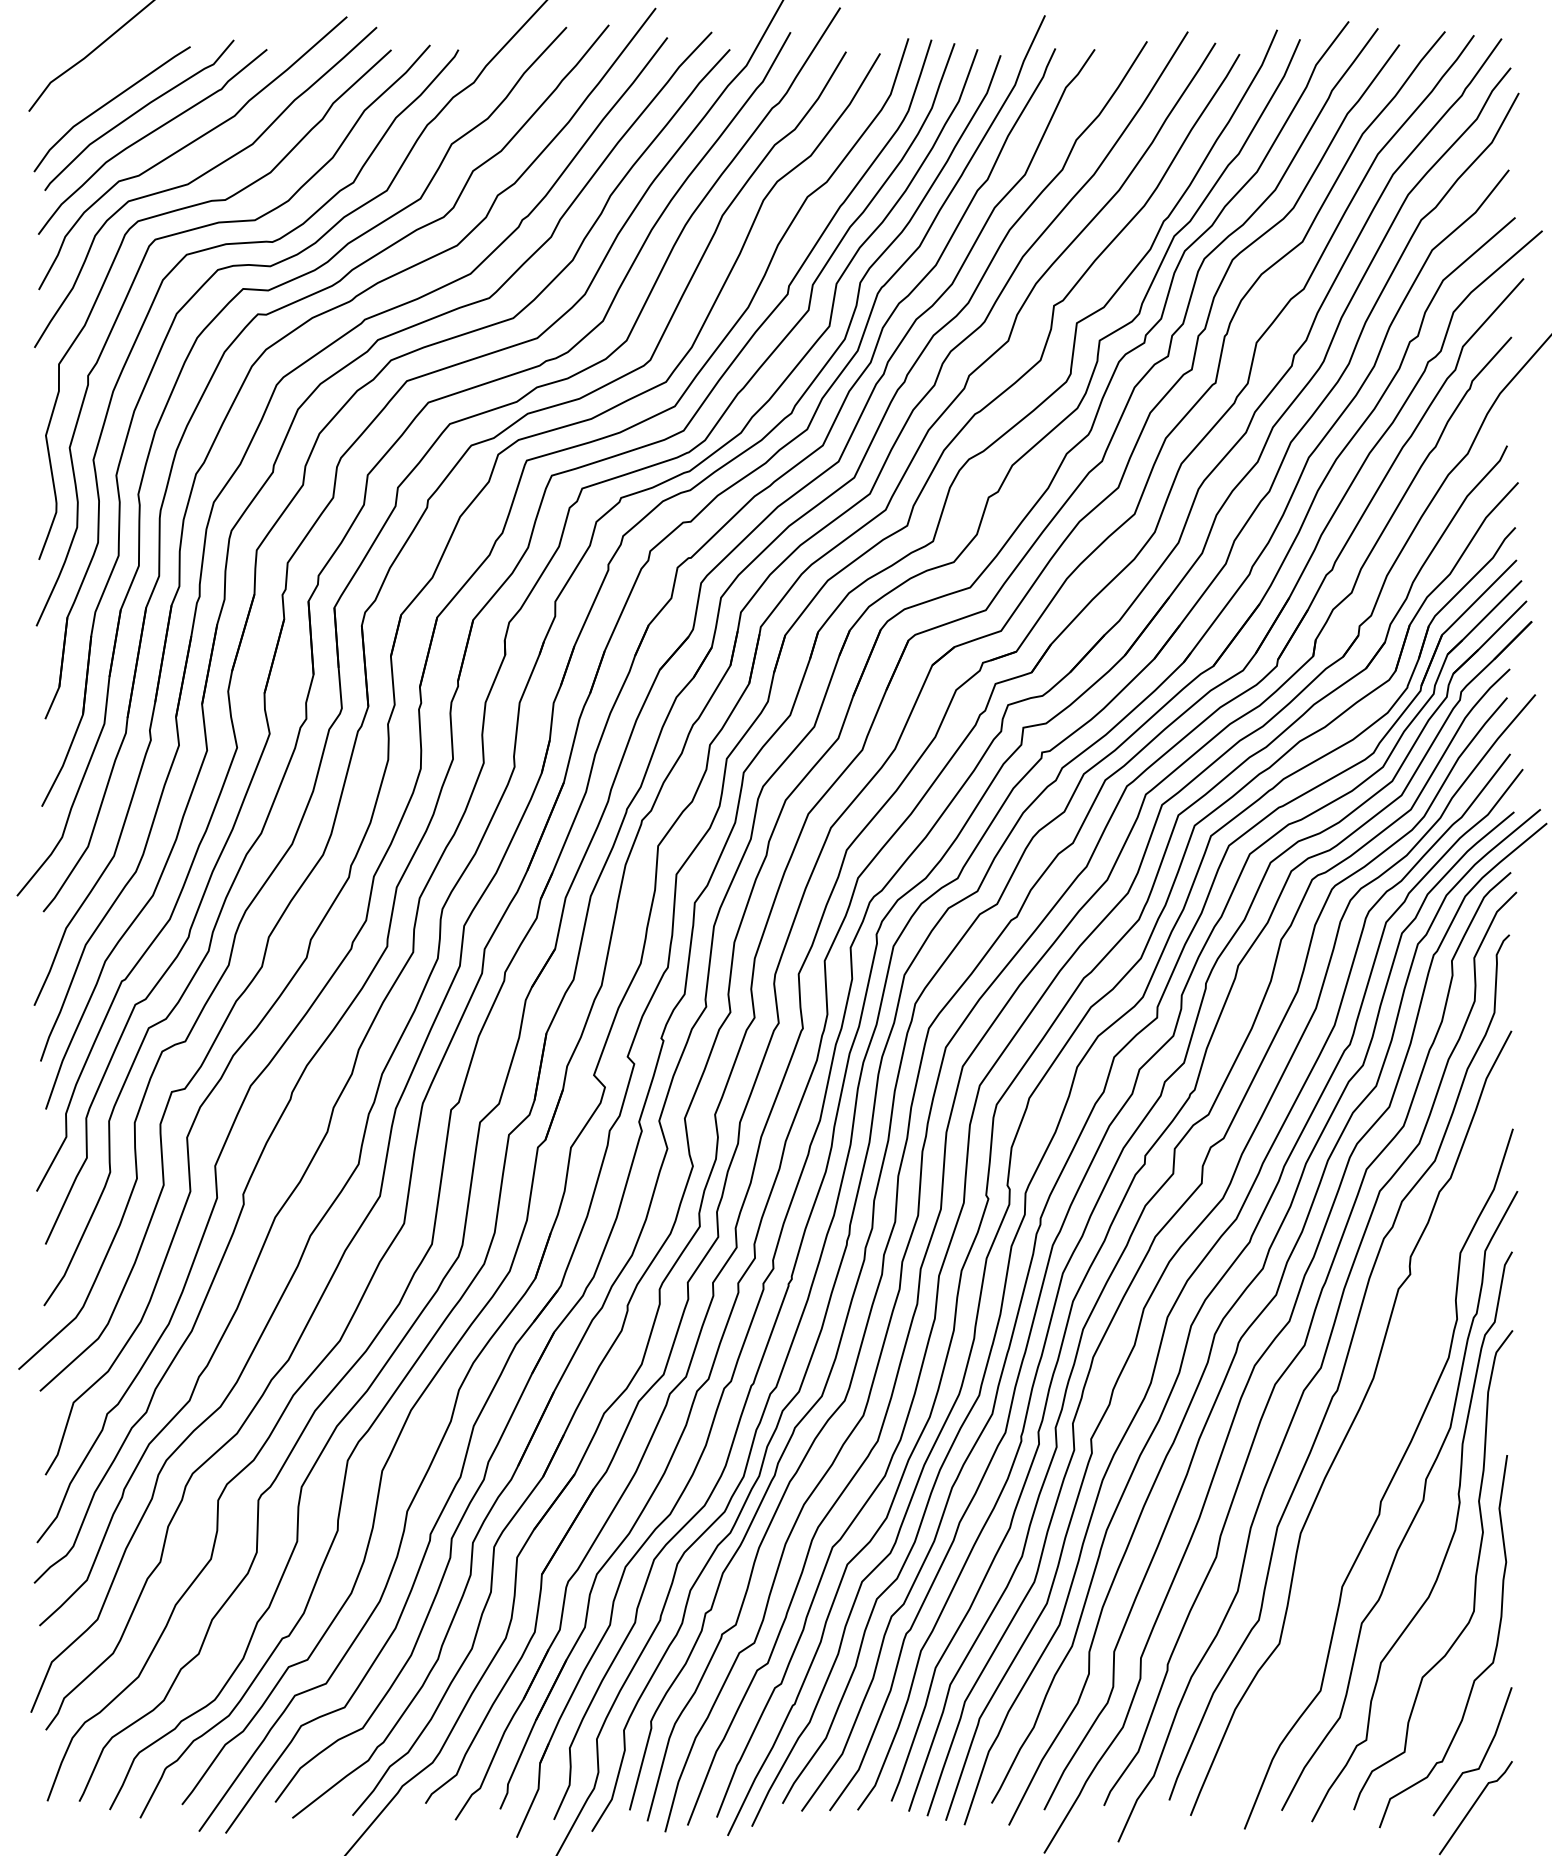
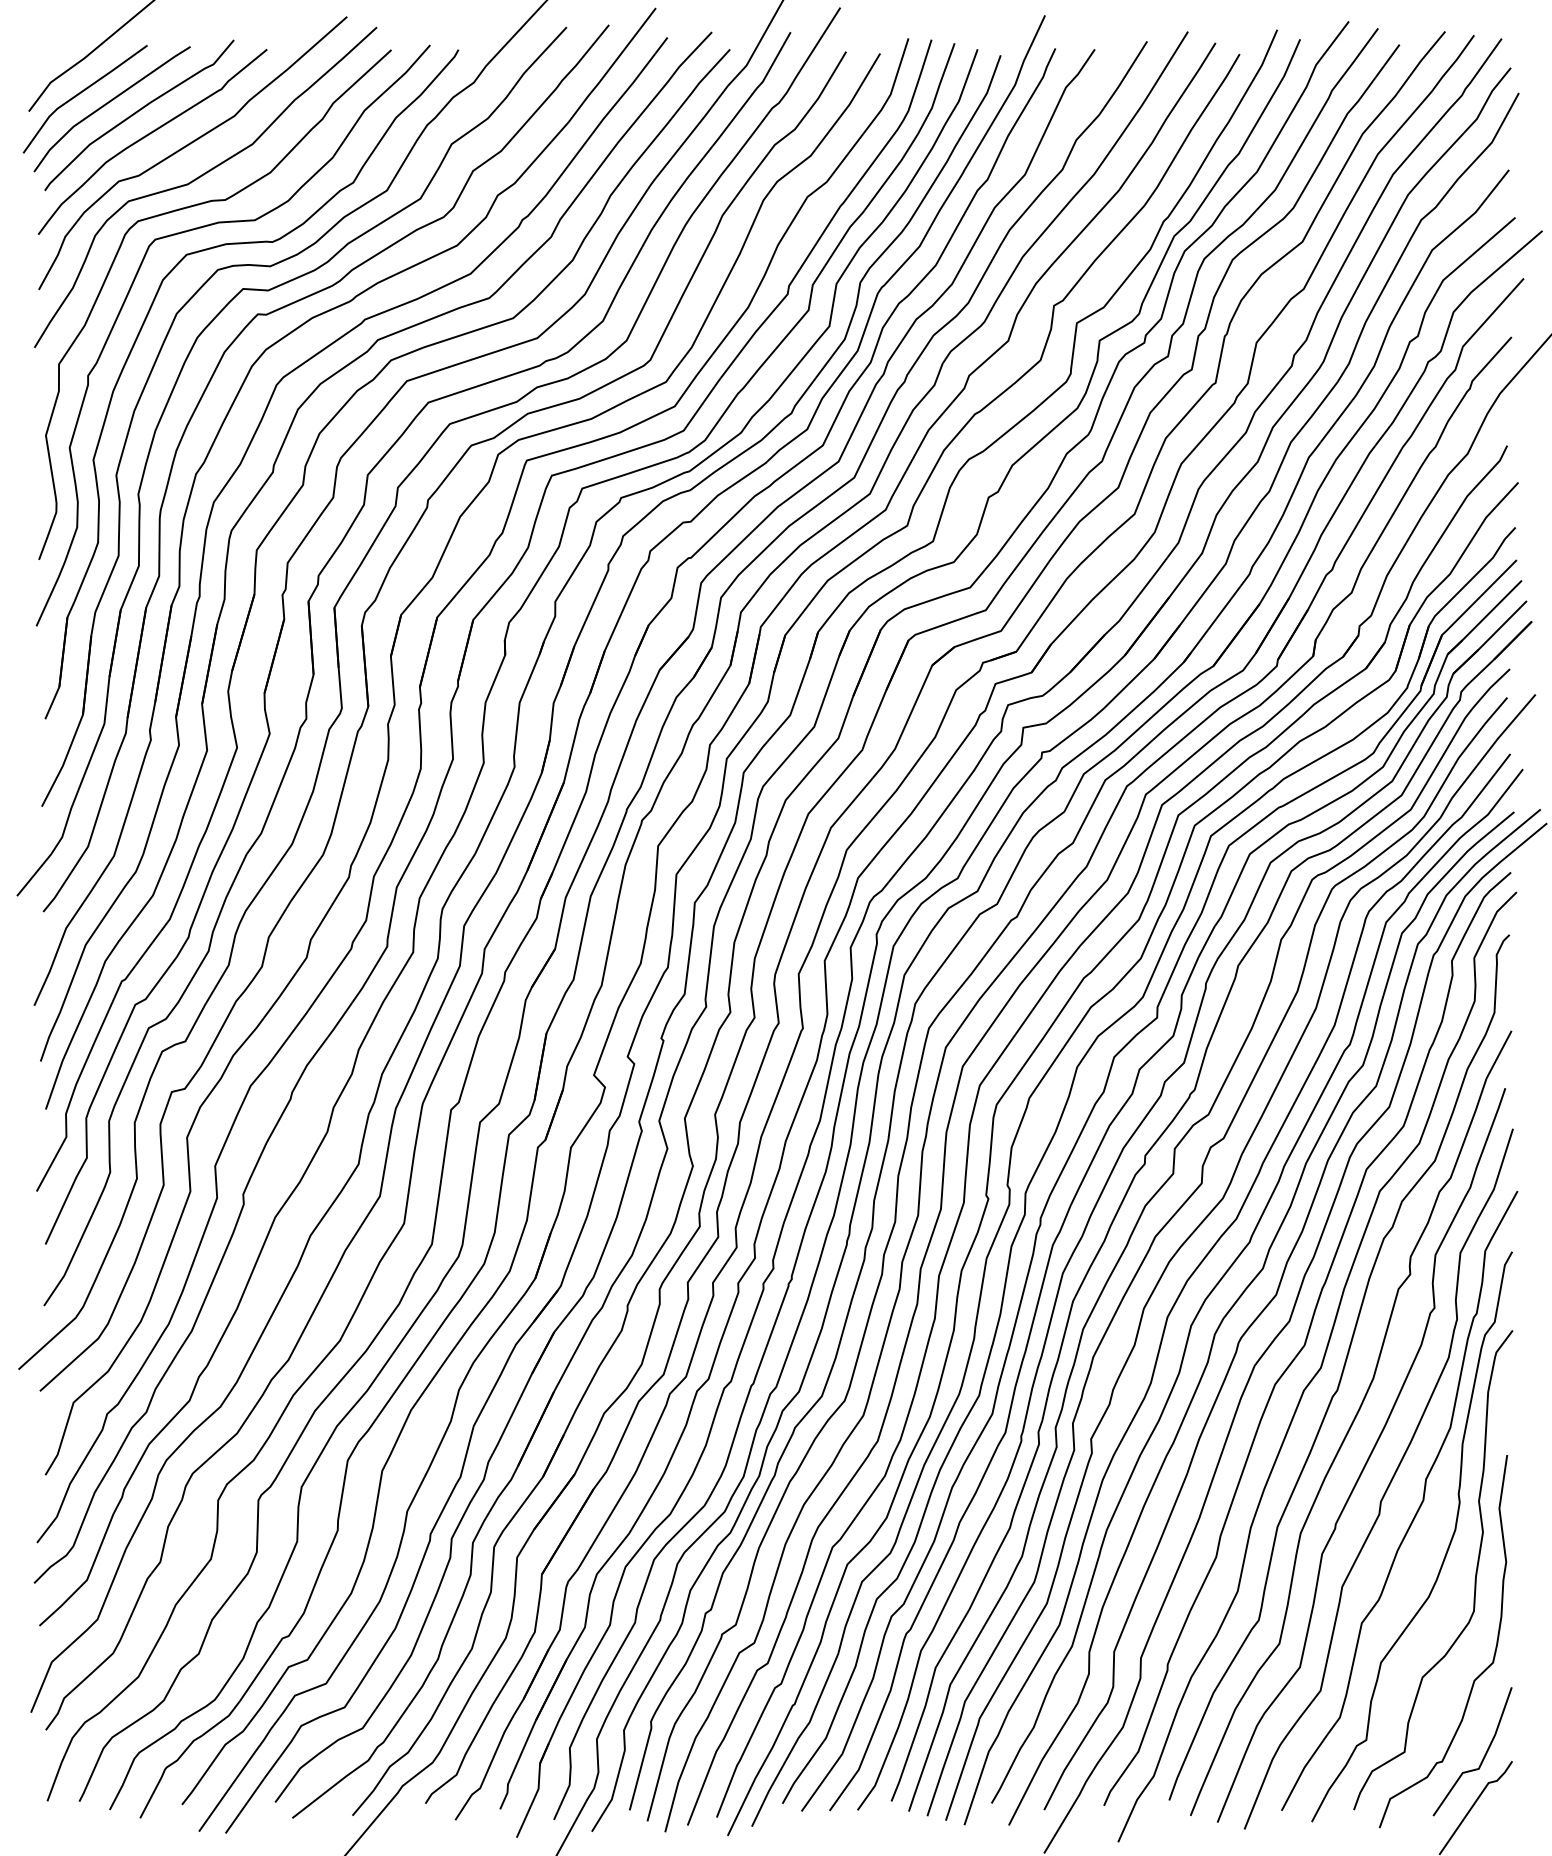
line at (81, 93): none -> present
curve at (1367, 1458): none -> present
